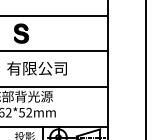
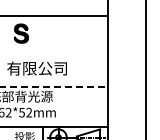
line at (55, 51): present -> none
line at (54, 86): solid -> dashed
